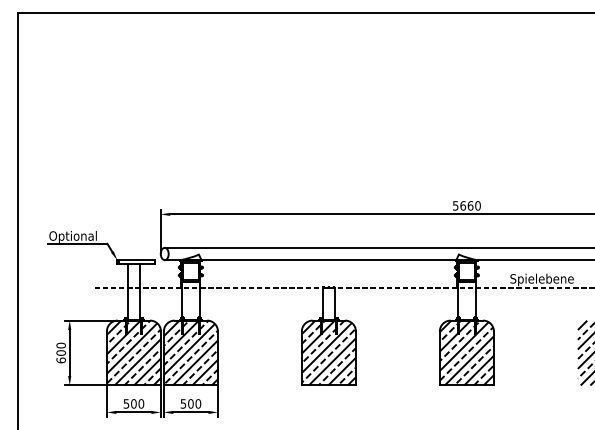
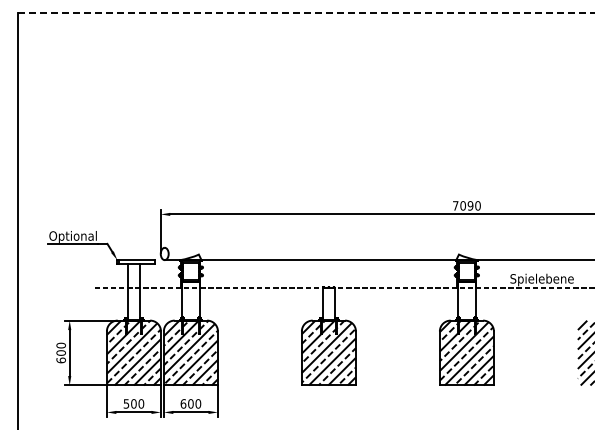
line at (306, 12): solid -> dashed
text at (463, 205): 5660 -> 7090
line at (377, 247): present -> none
text at (183, 403): 500 -> 600
